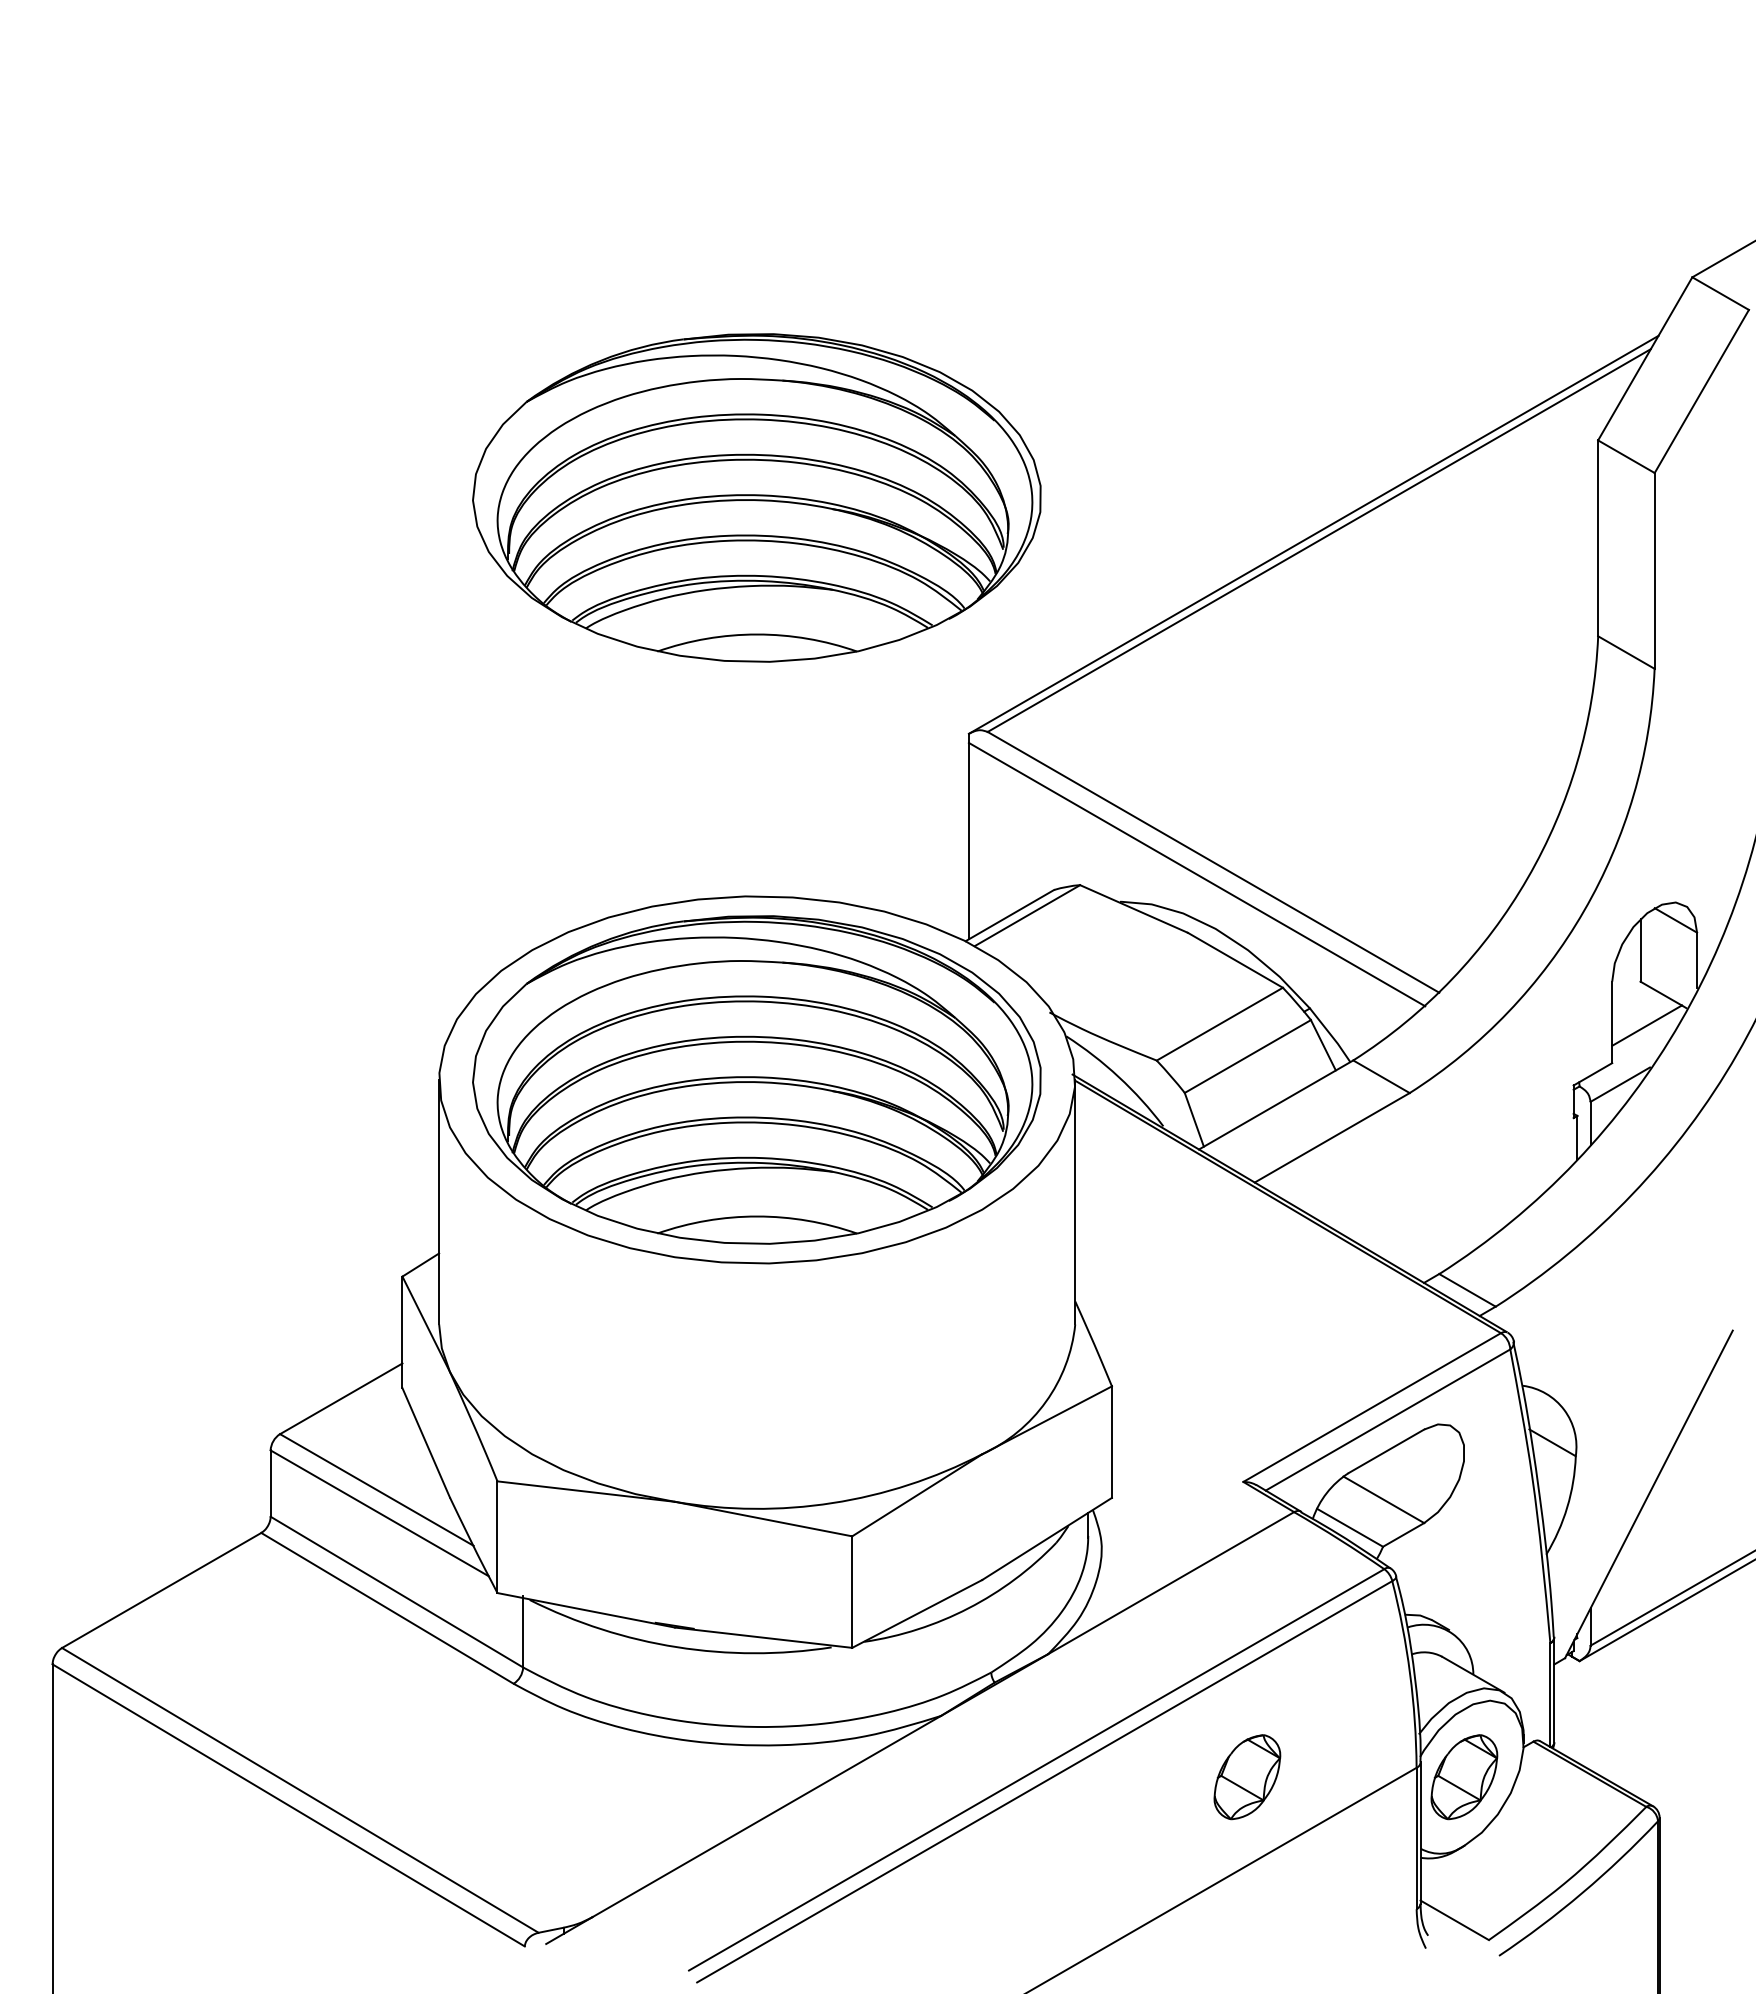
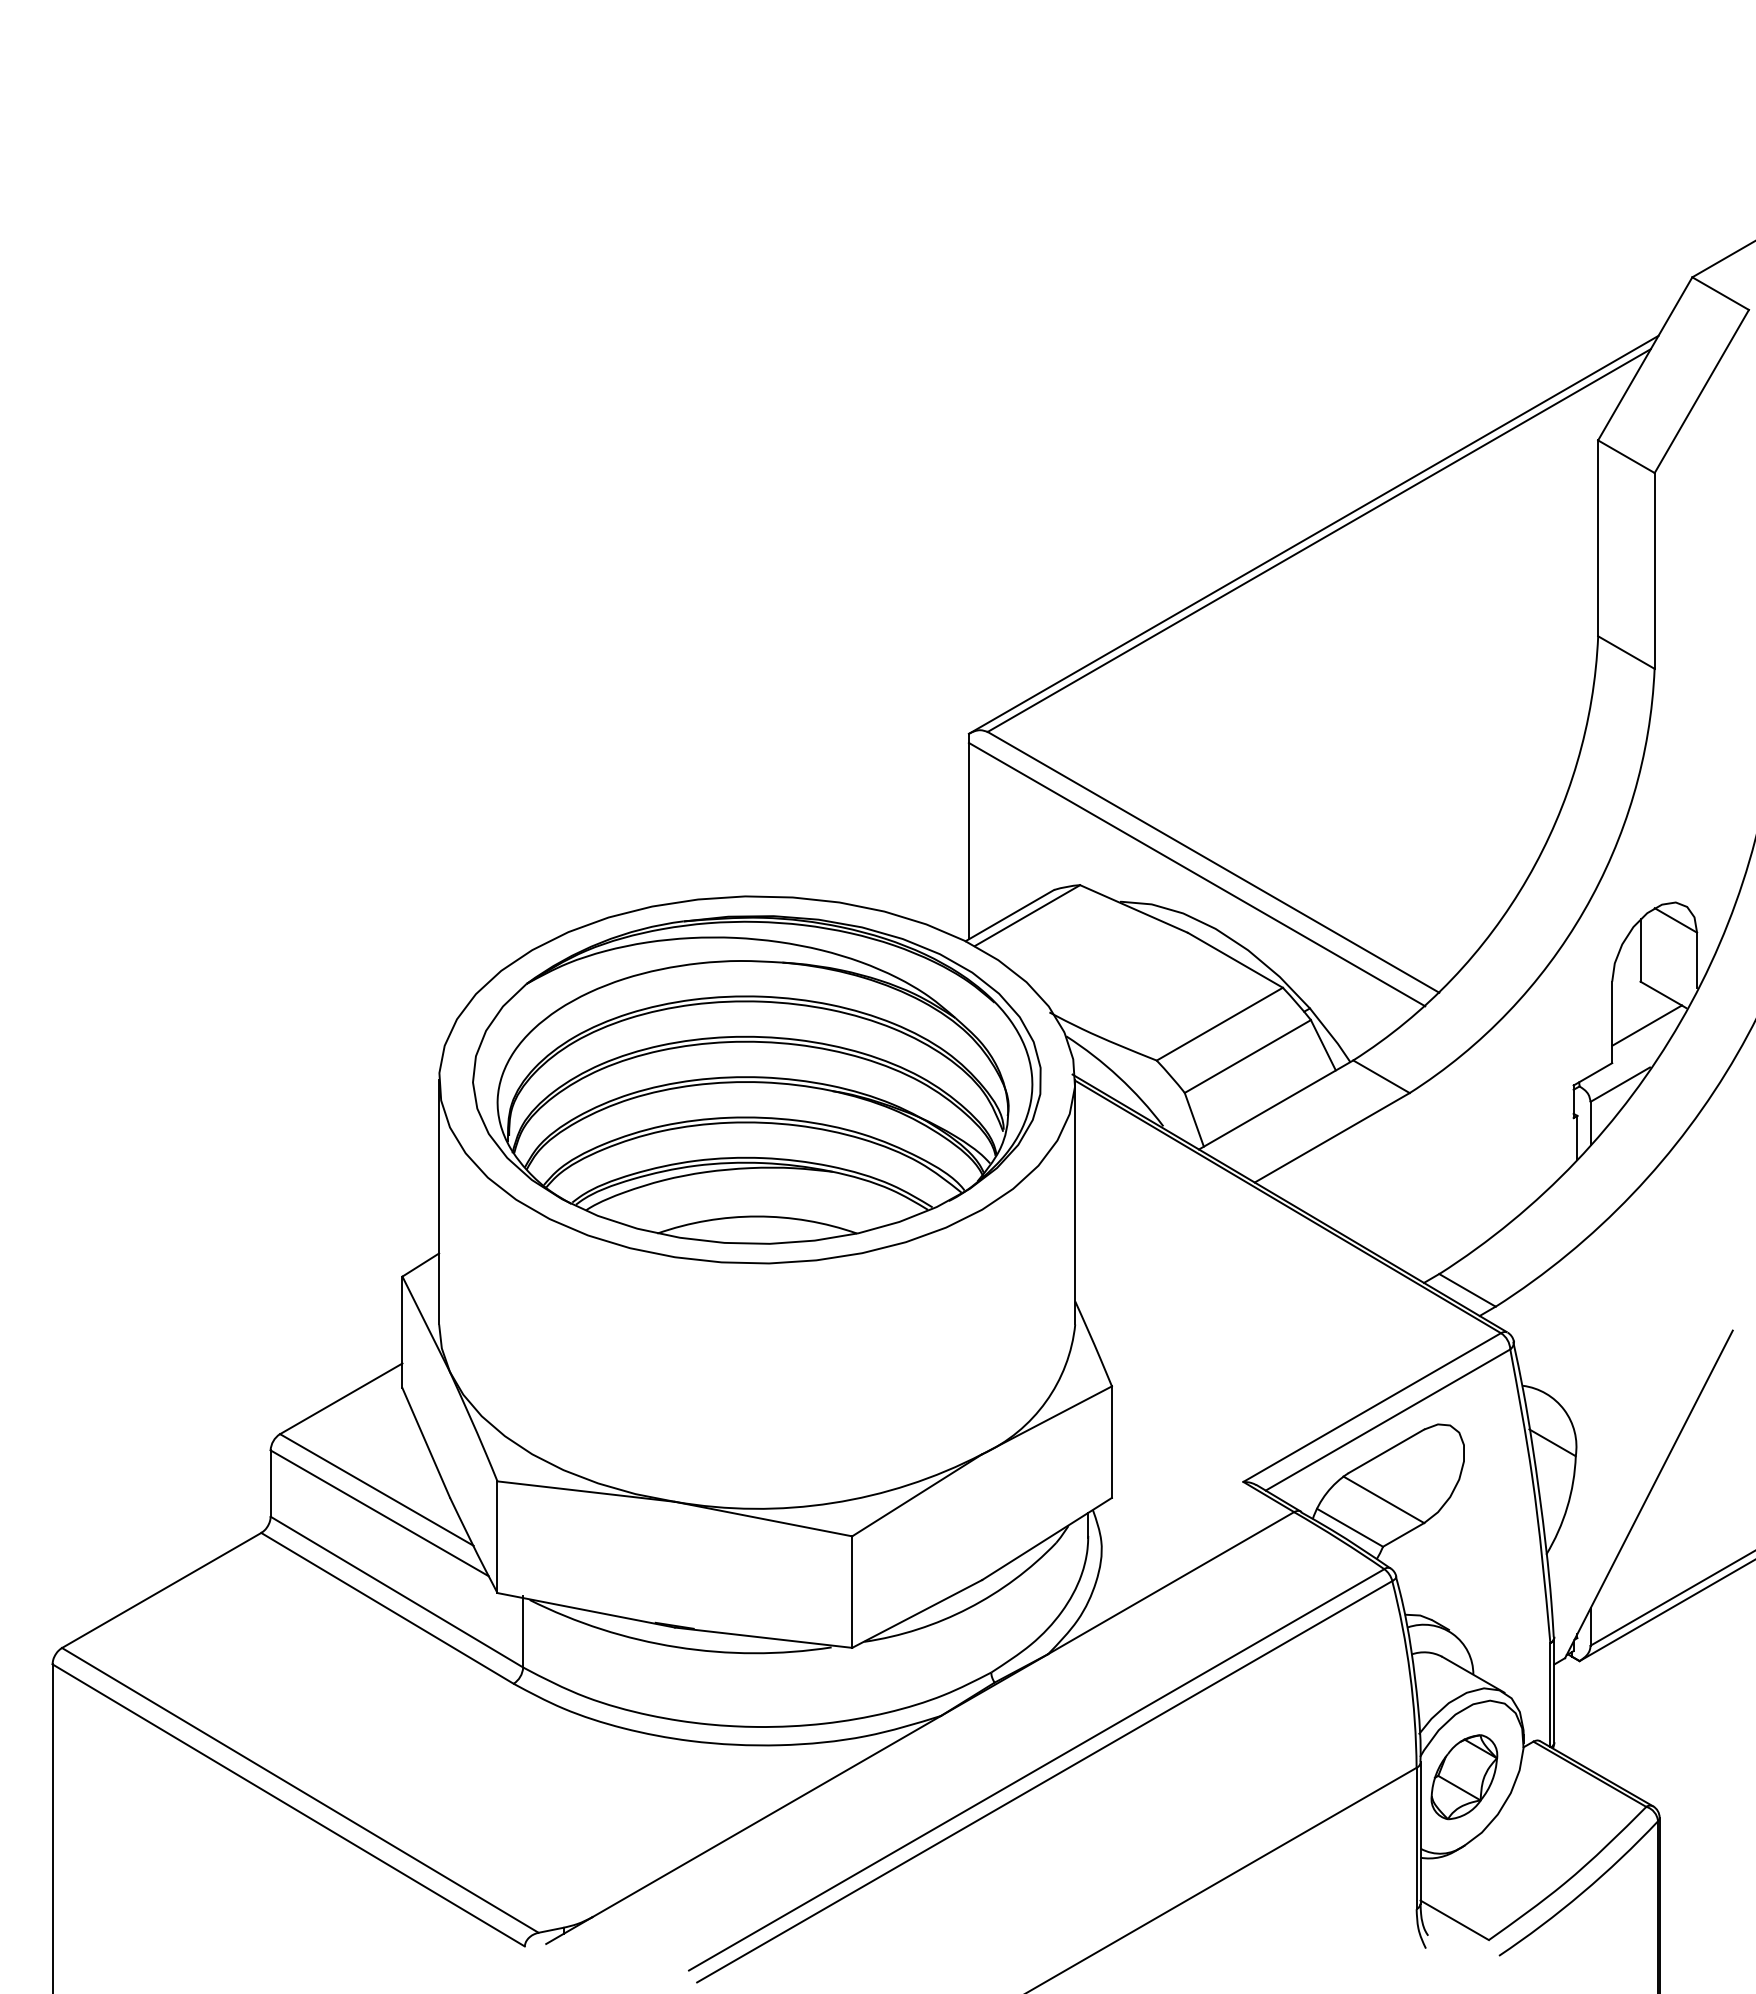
part at (756, 497): present -> none
part at (1247, 1777): present -> none
